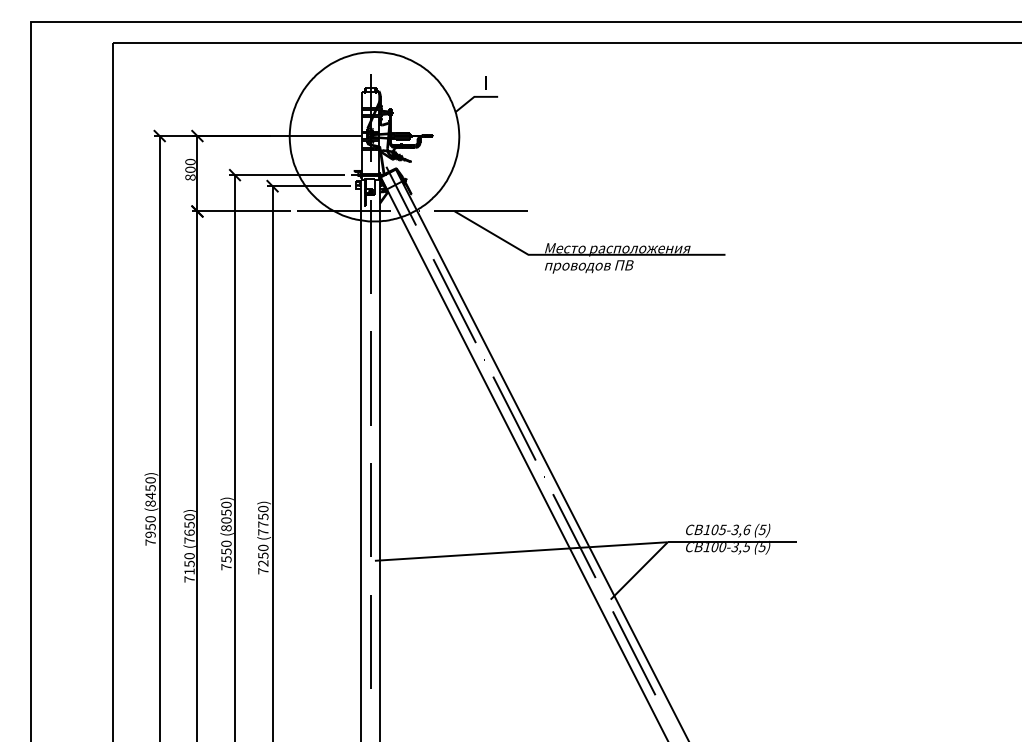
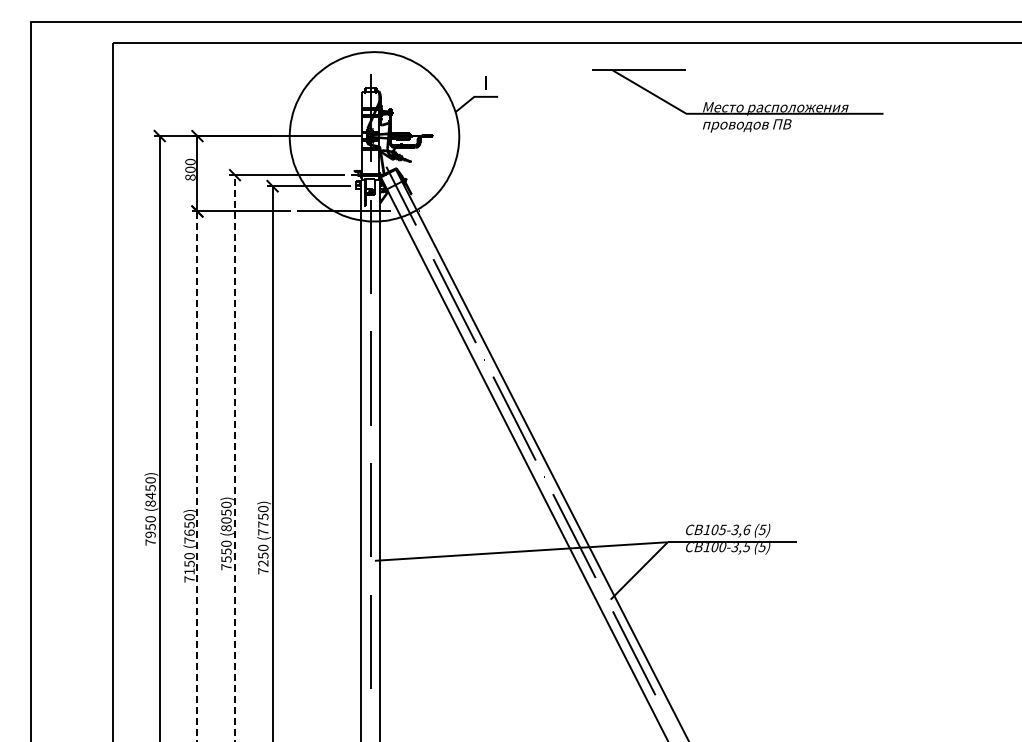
part at (579, 241) position: (579, 241) -> (737, 100)
line at (235, 457): solid -> dashed
line at (197, 476): solid -> dashed
